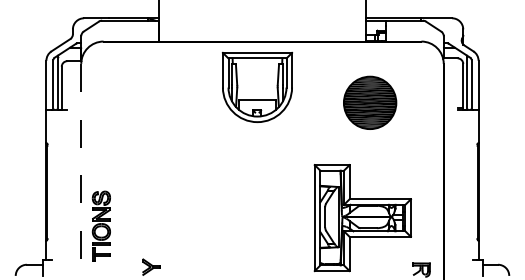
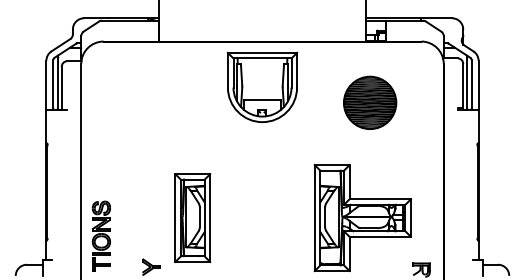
part at (257, 86) position: (257, 86) -> (262, 86)
line at (81, 171): dashed -> solid
part at (192, 217): none -> present
part at (100, 225) position: (100, 225) -> (100, 235)
